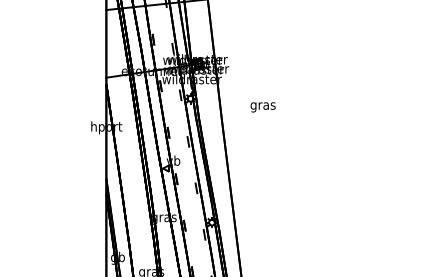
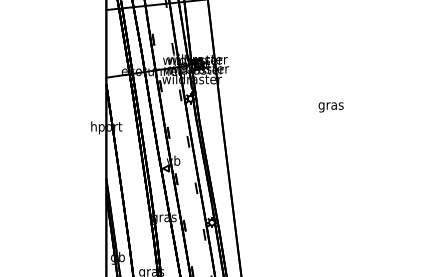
text at (262, 107) position: (262, 107) -> (330, 107)
